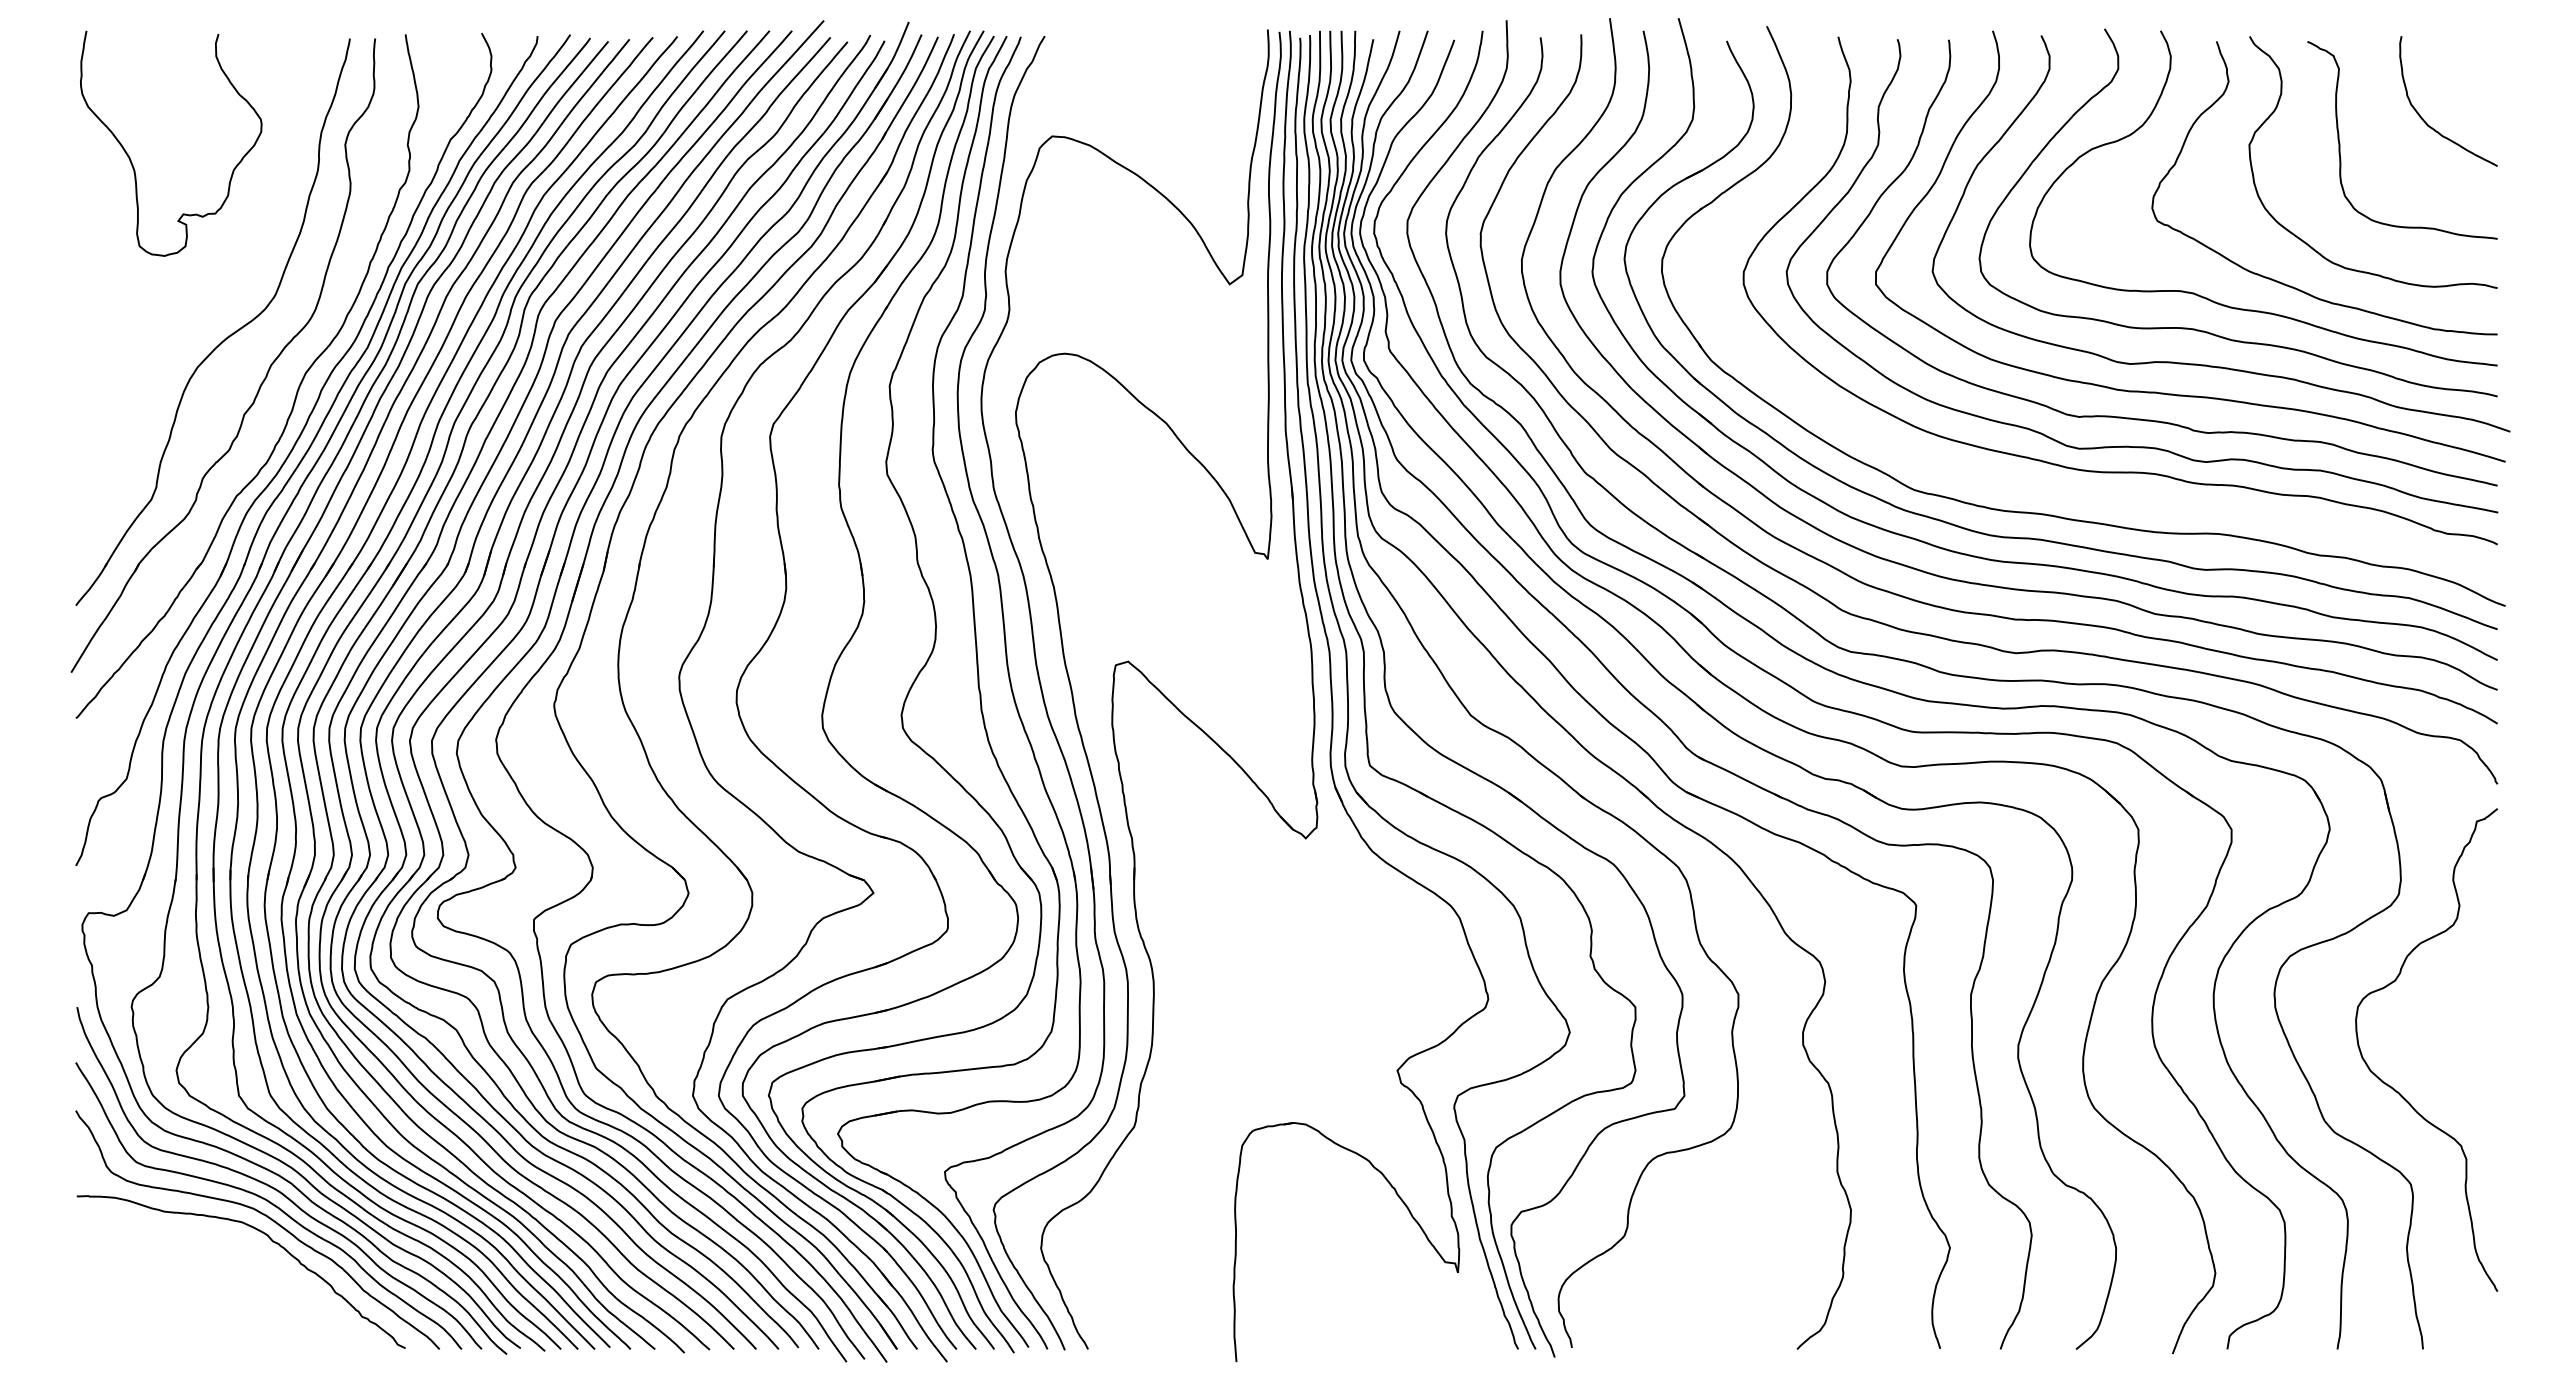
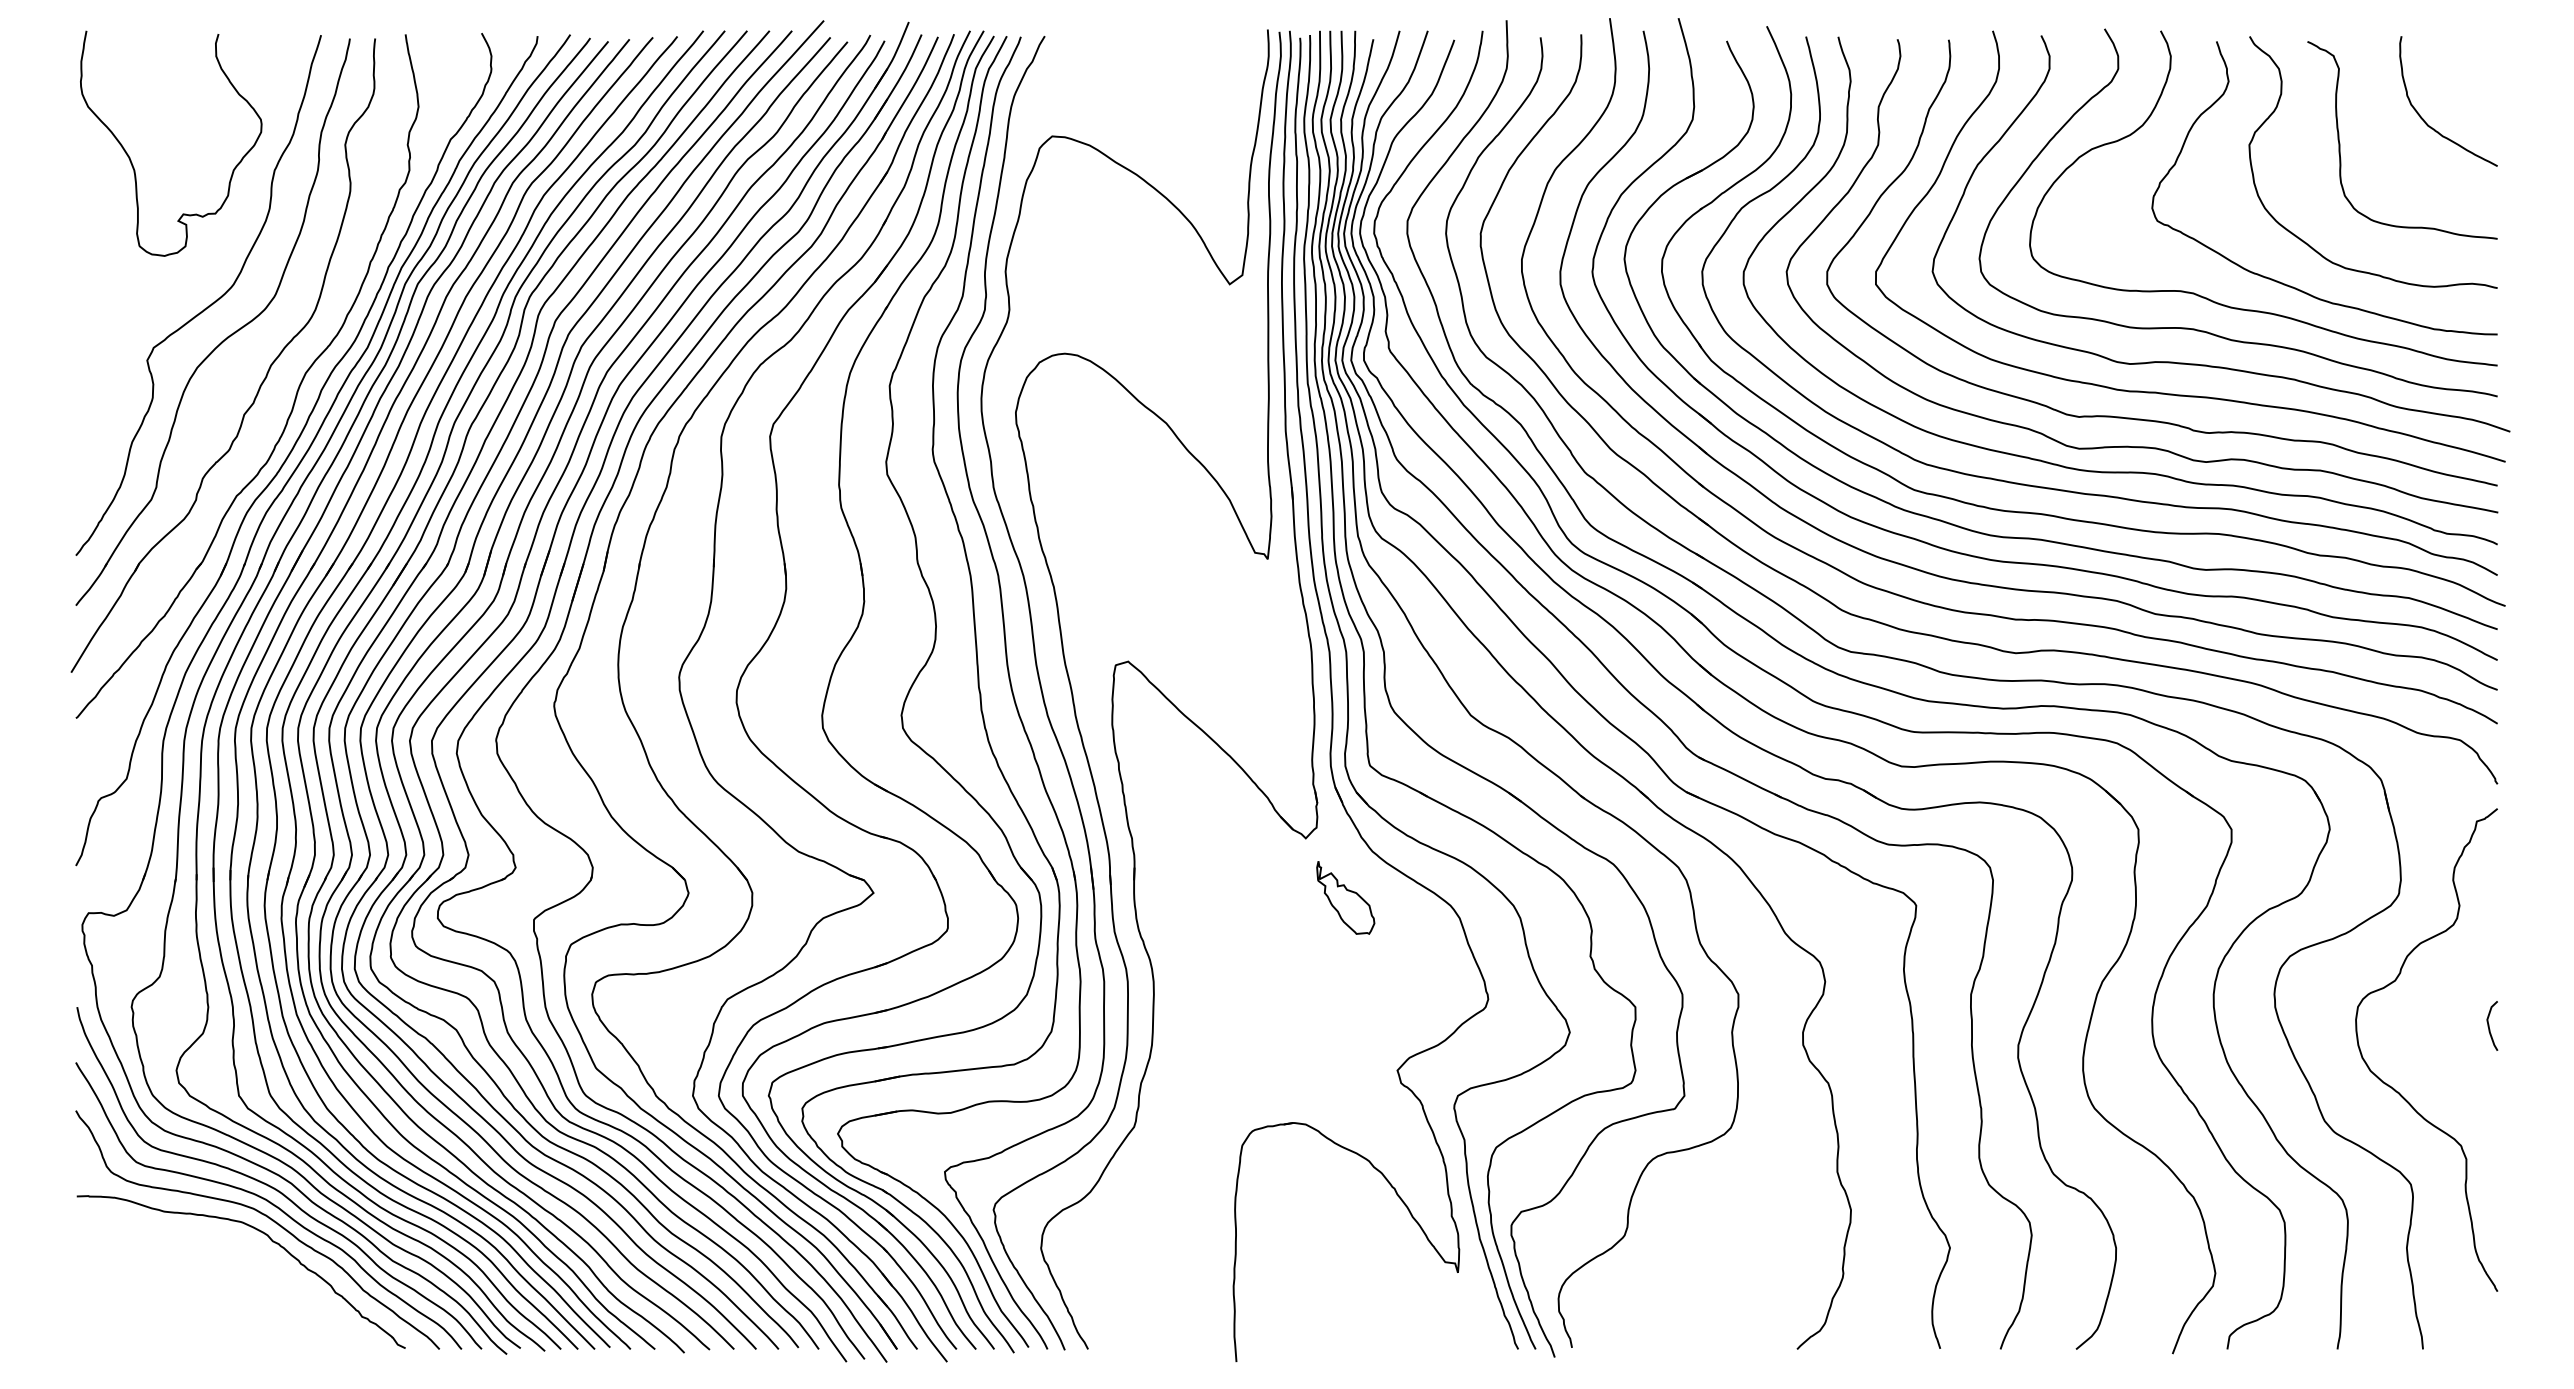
curve at (208, 305): none -> present
curve at (2070, 490): none -> present
part at (1345, 897): none -> present
curve at (2489, 1025): none -> present
